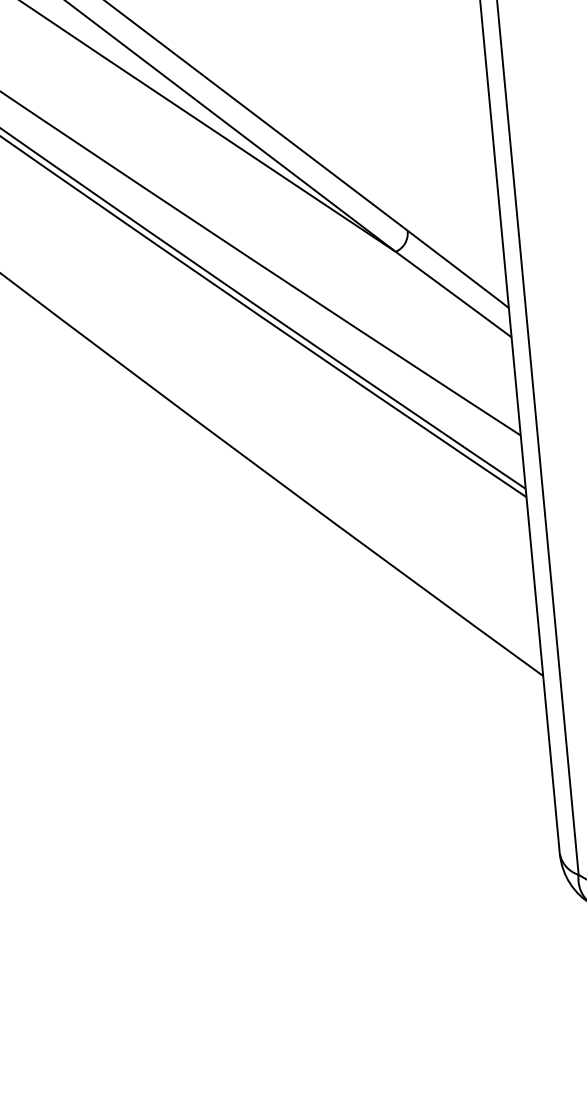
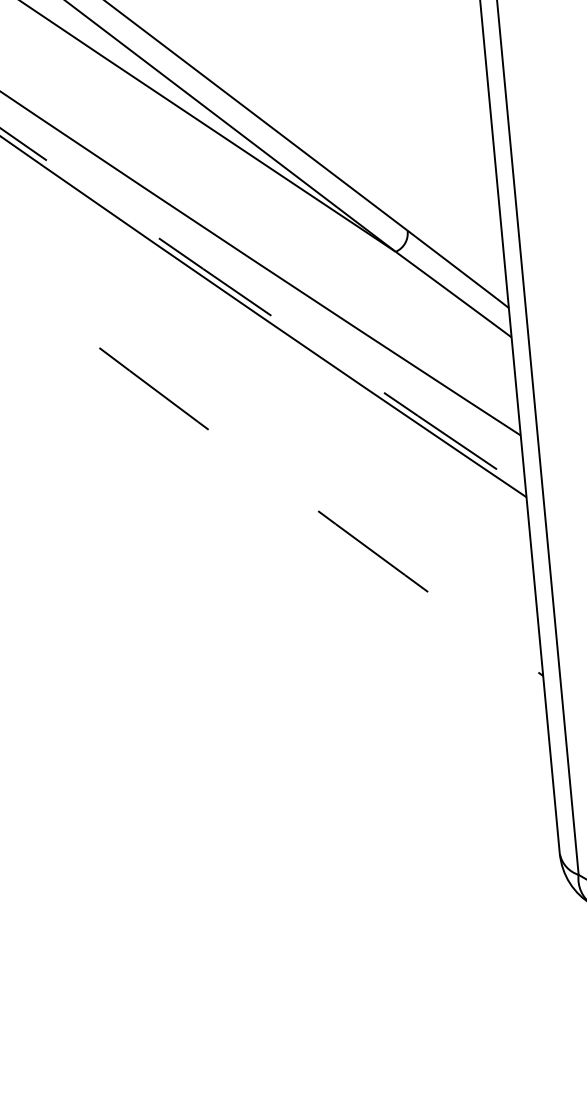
arc at (262, 309): solid -> dashed
arc at (270, 475): solid -> dashed
